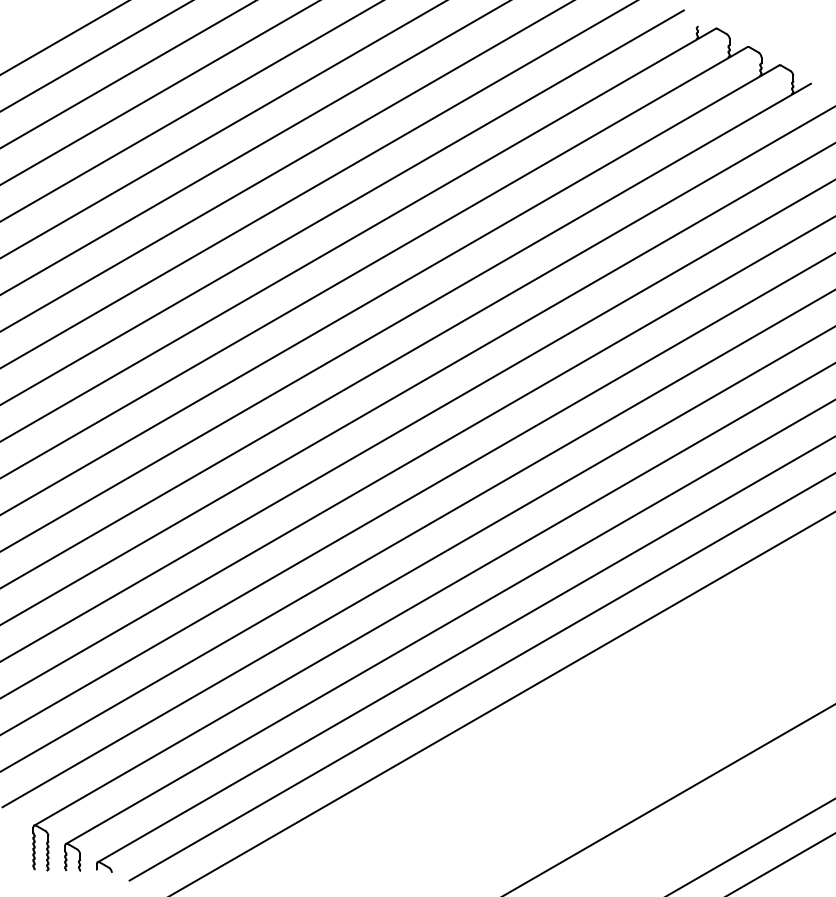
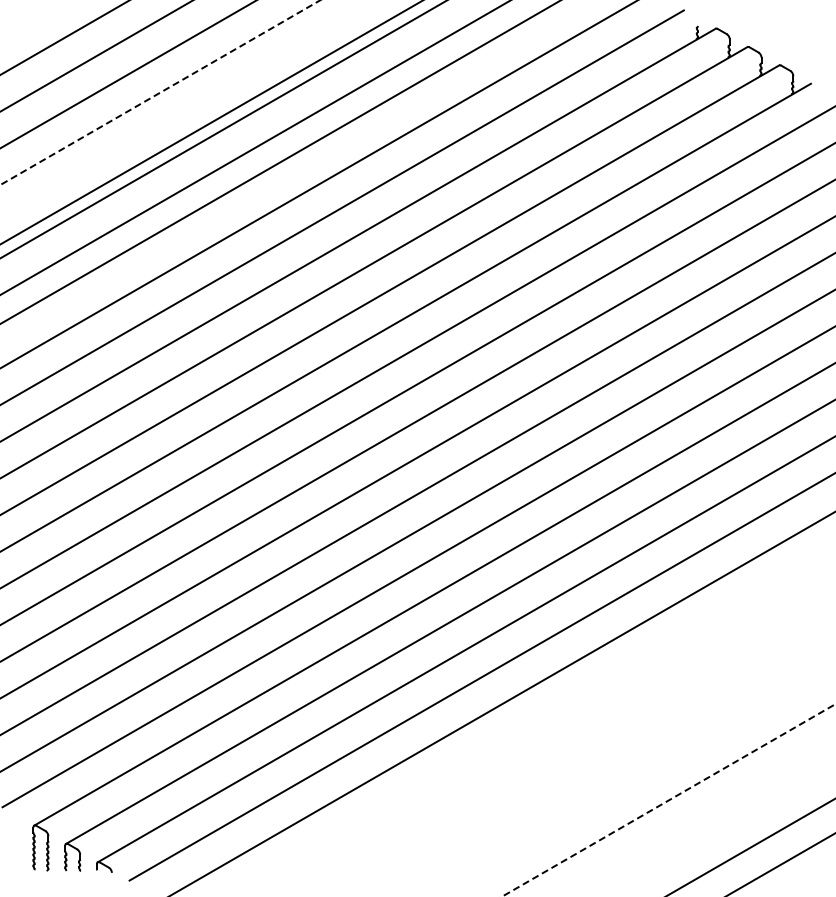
line at (160, 92): solid -> dashed
line at (191, 111) position: (191, 111) -> (210, 122)
line at (286, 166) position: (286, 166) -> (279, 162)
line at (668, 800): solid -> dashed
